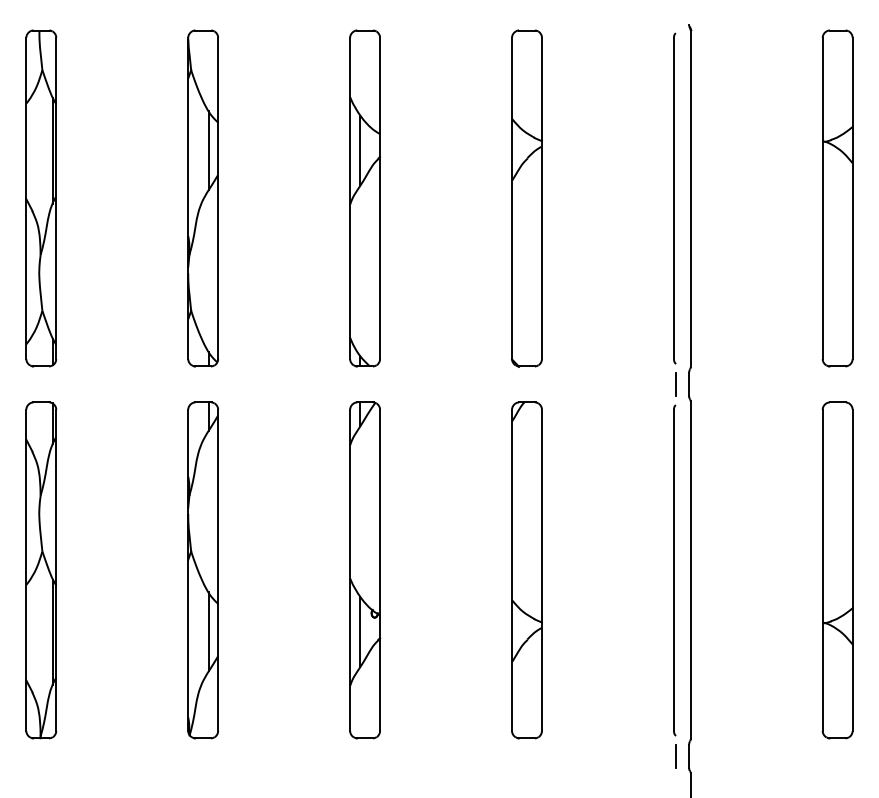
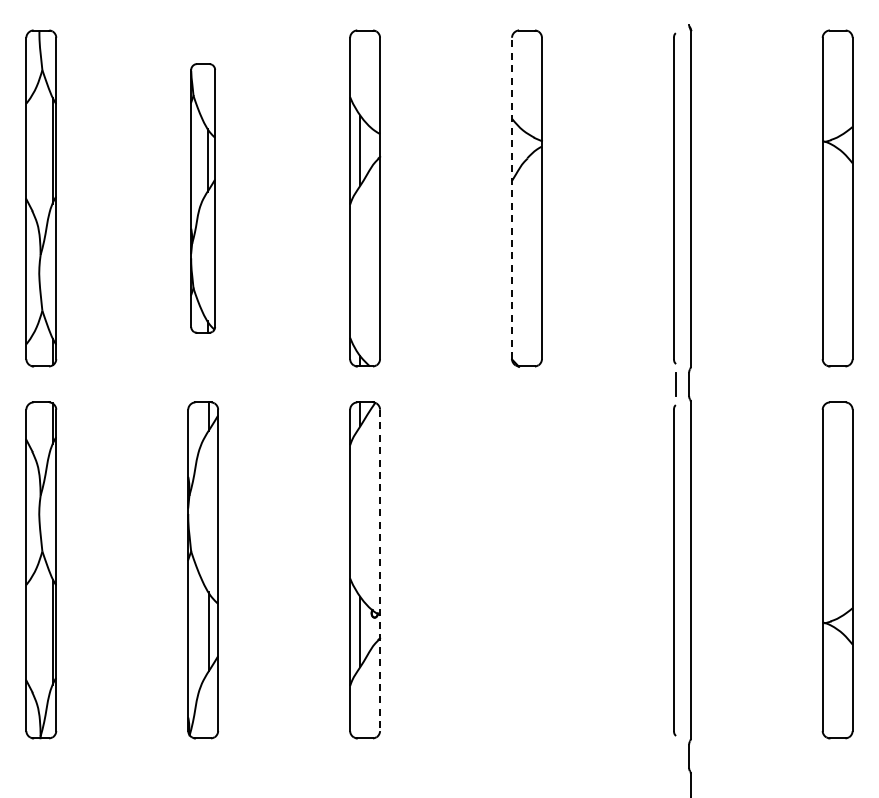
part at (202, 198) size: 32x339 px -> 26x271 px
line at (512, 198): solid -> dashed
line at (380, 570): solid -> dashed
part at (526, 570): present -> none
line at (675, 756): present -> none
